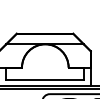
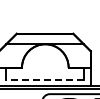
line at (44, 80): solid -> dashed
